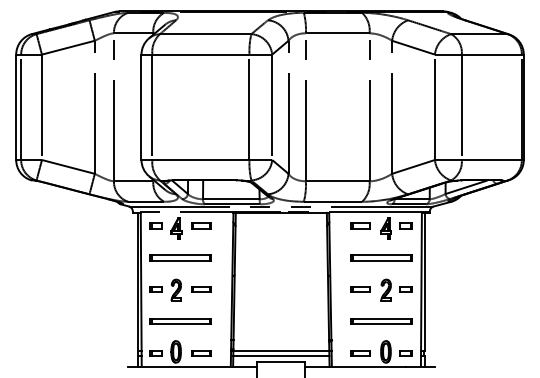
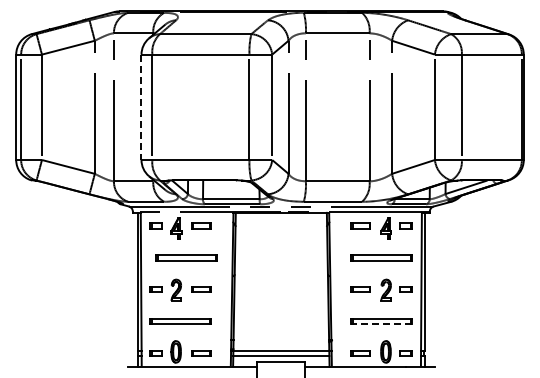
line at (141, 107): solid -> dashed
part at (180, 257) position: (180, 257) -> (186, 257)
line at (381, 324): solid -> dashed
